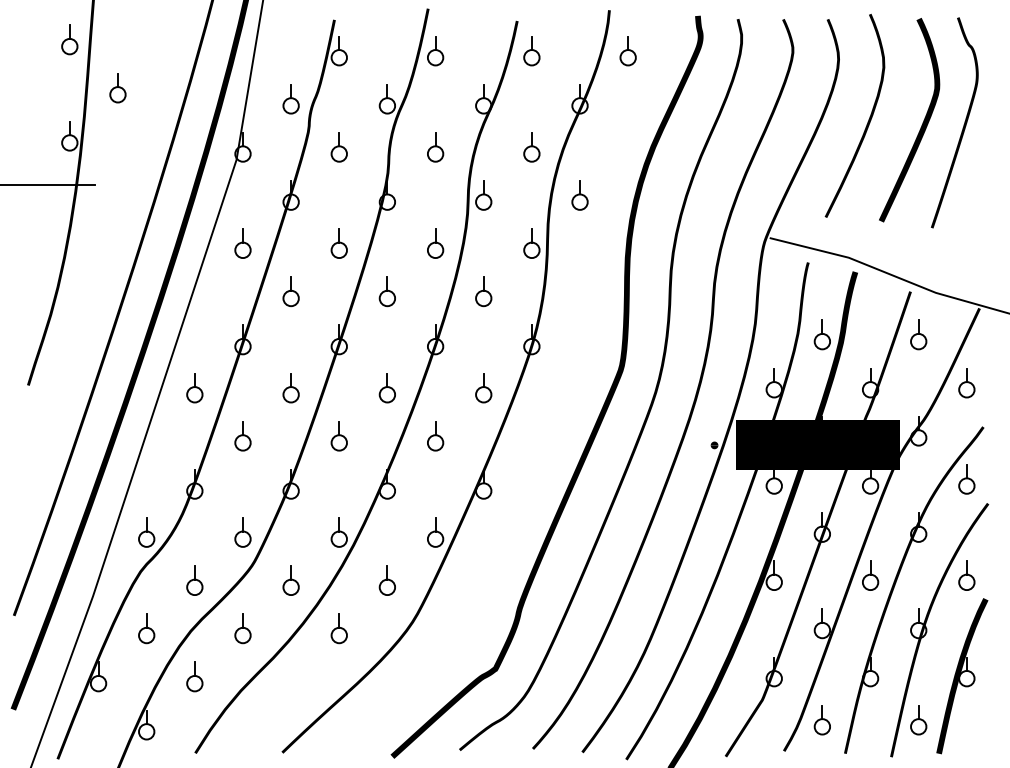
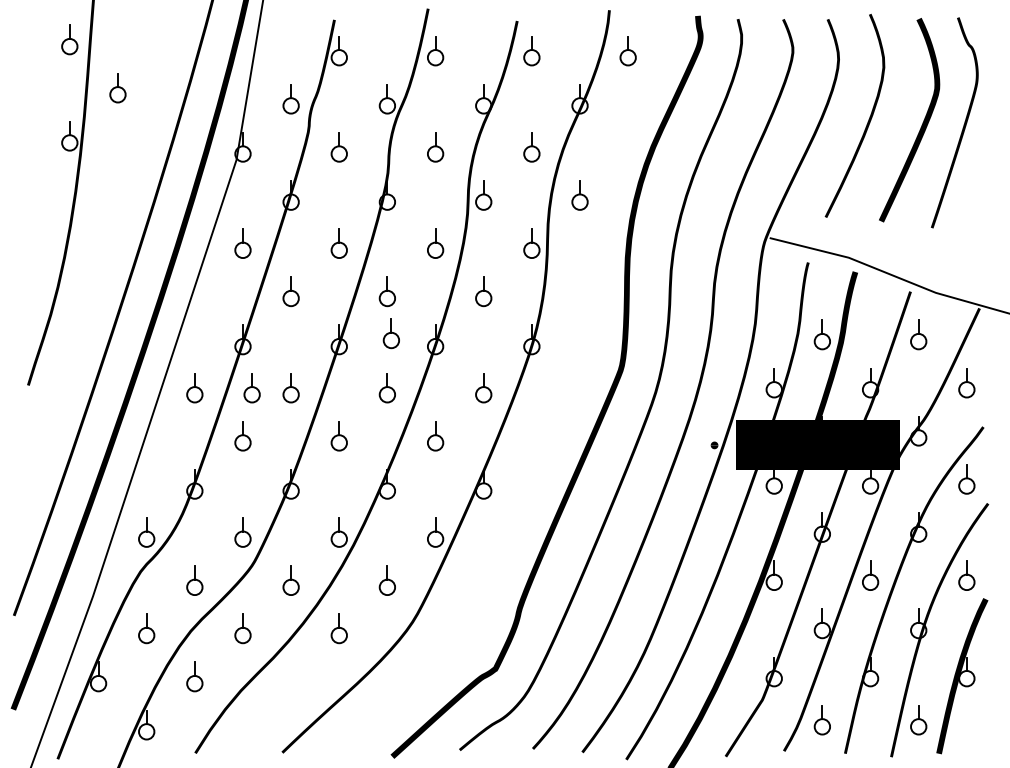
line at (48, 185): present -> none
part at (390, 333): none -> present
part at (251, 388): none -> present
